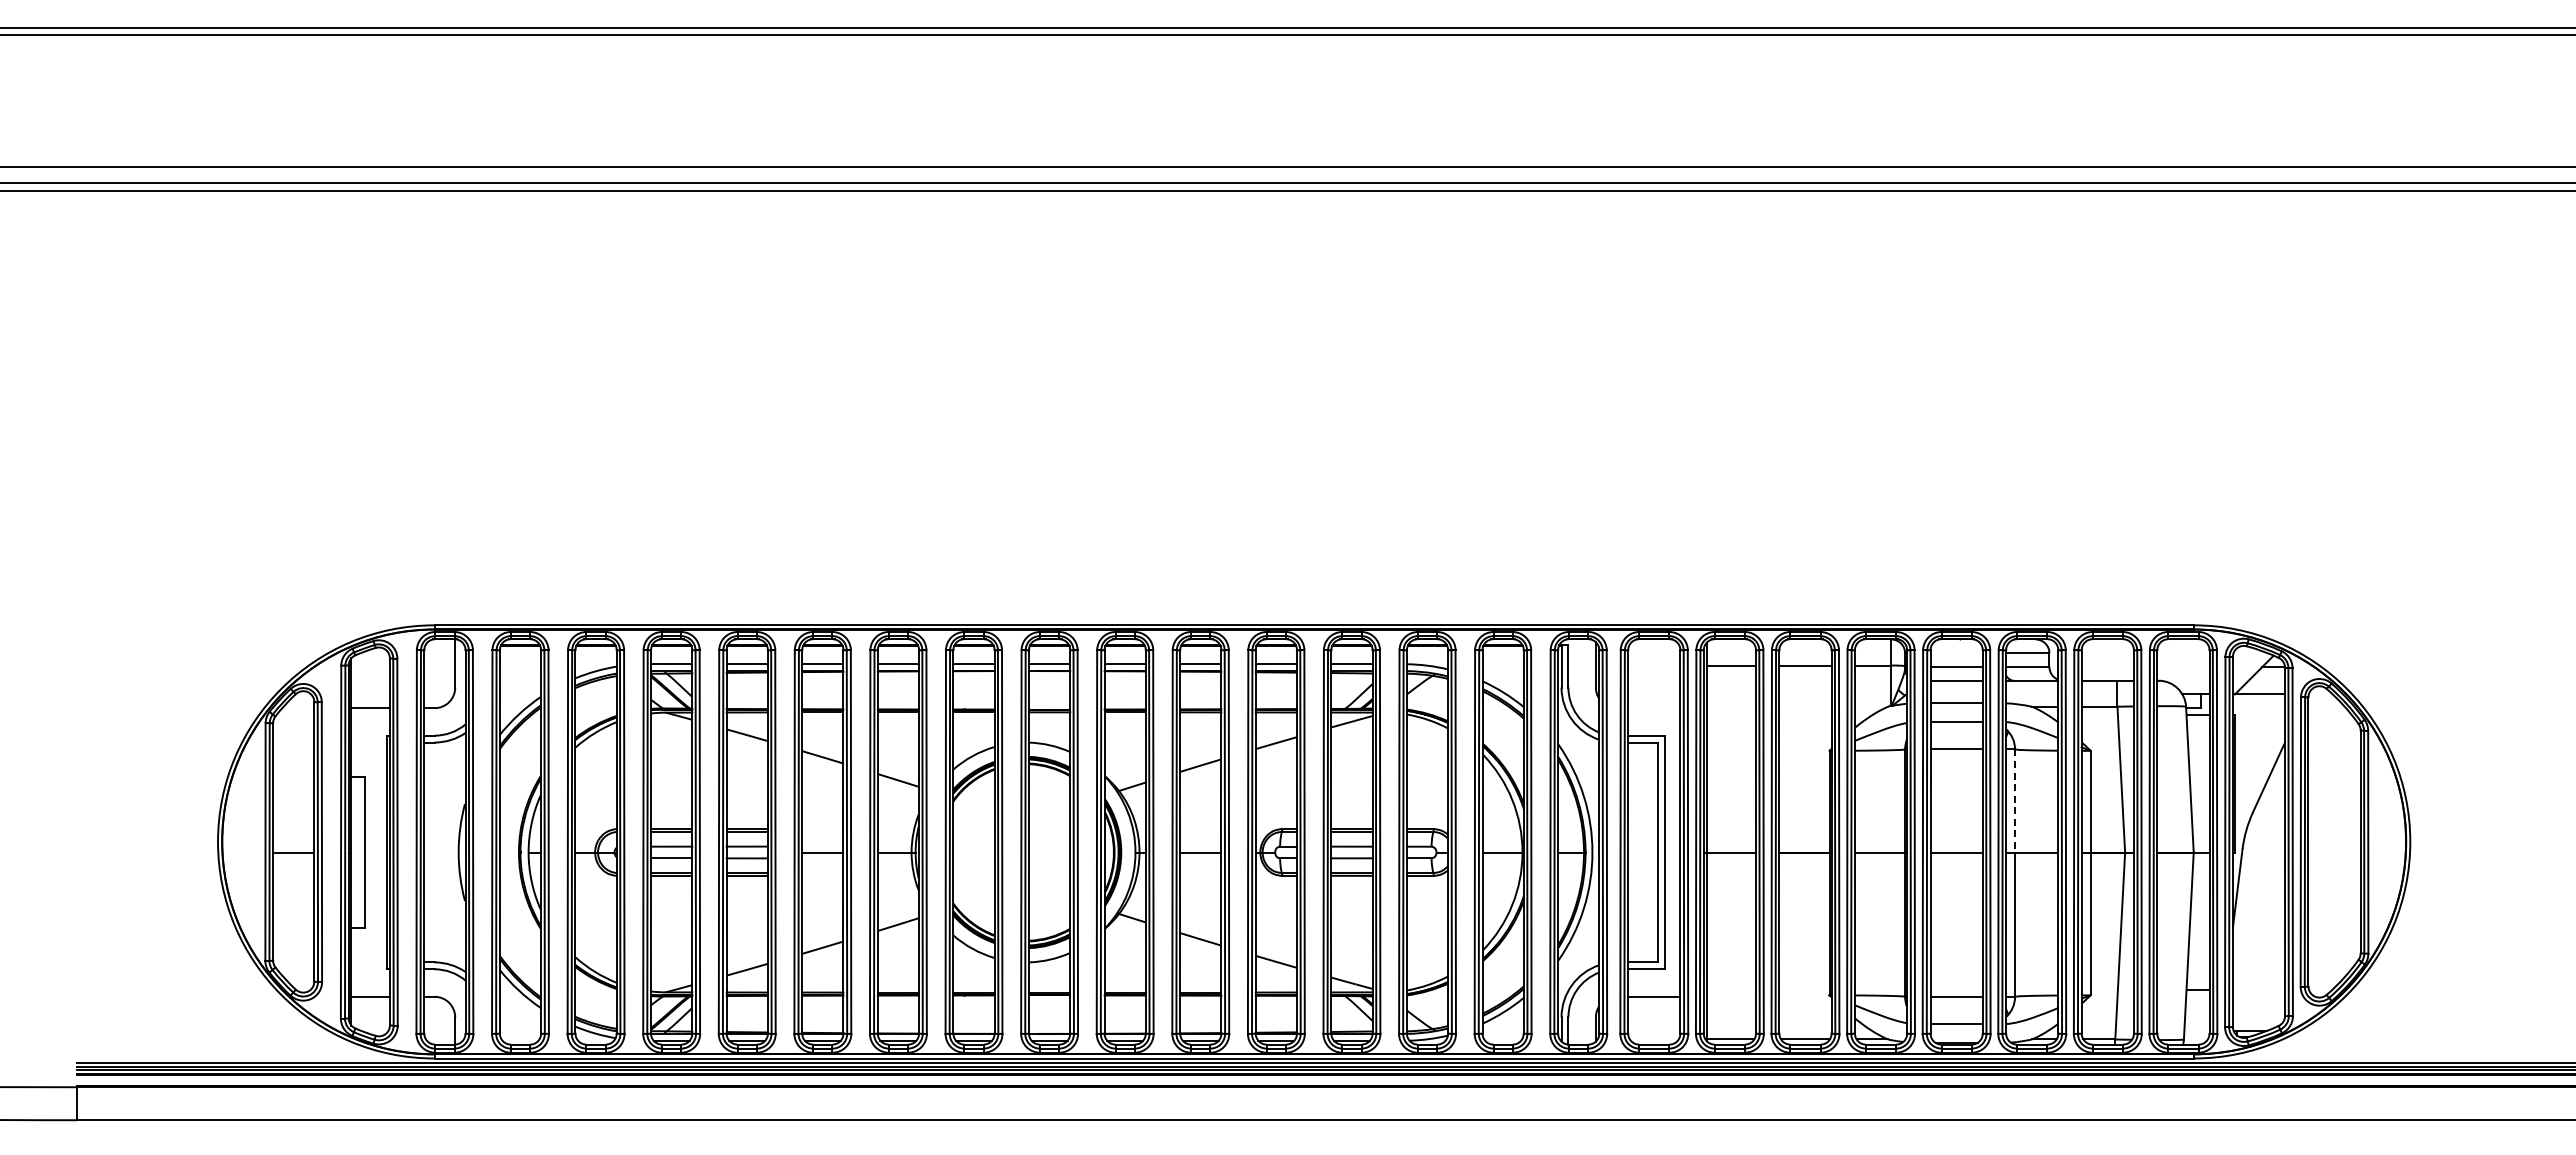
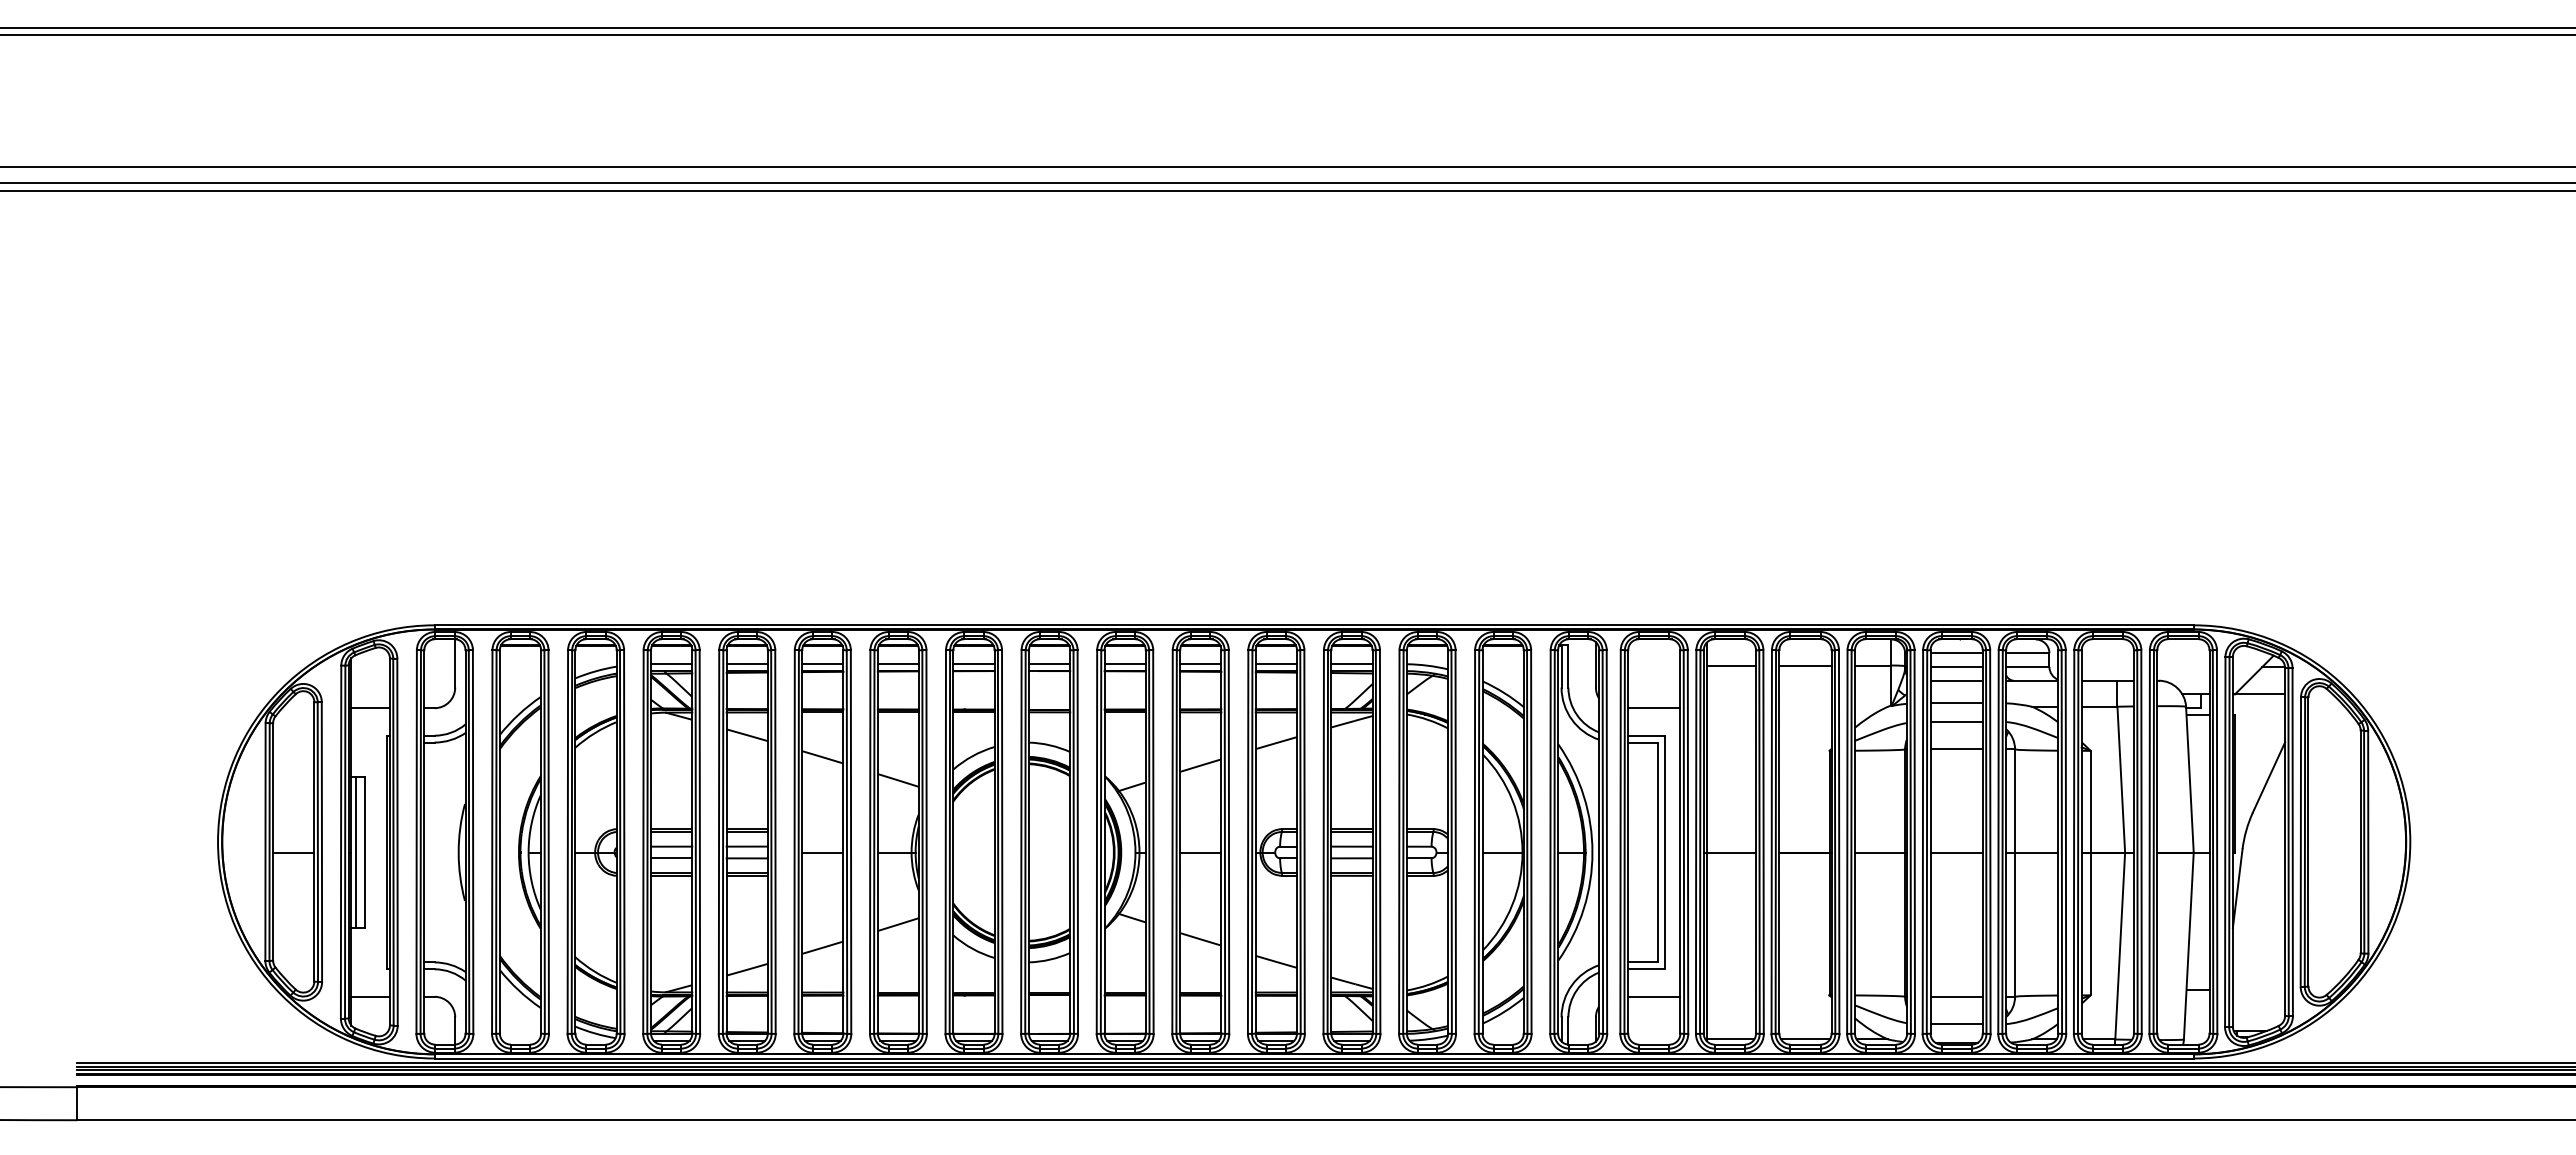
line at (1956, 653): none -> present
line at (1654, 708): none -> present
line at (2015, 800): dashed -> solid
line at (356, 852): none -> present
